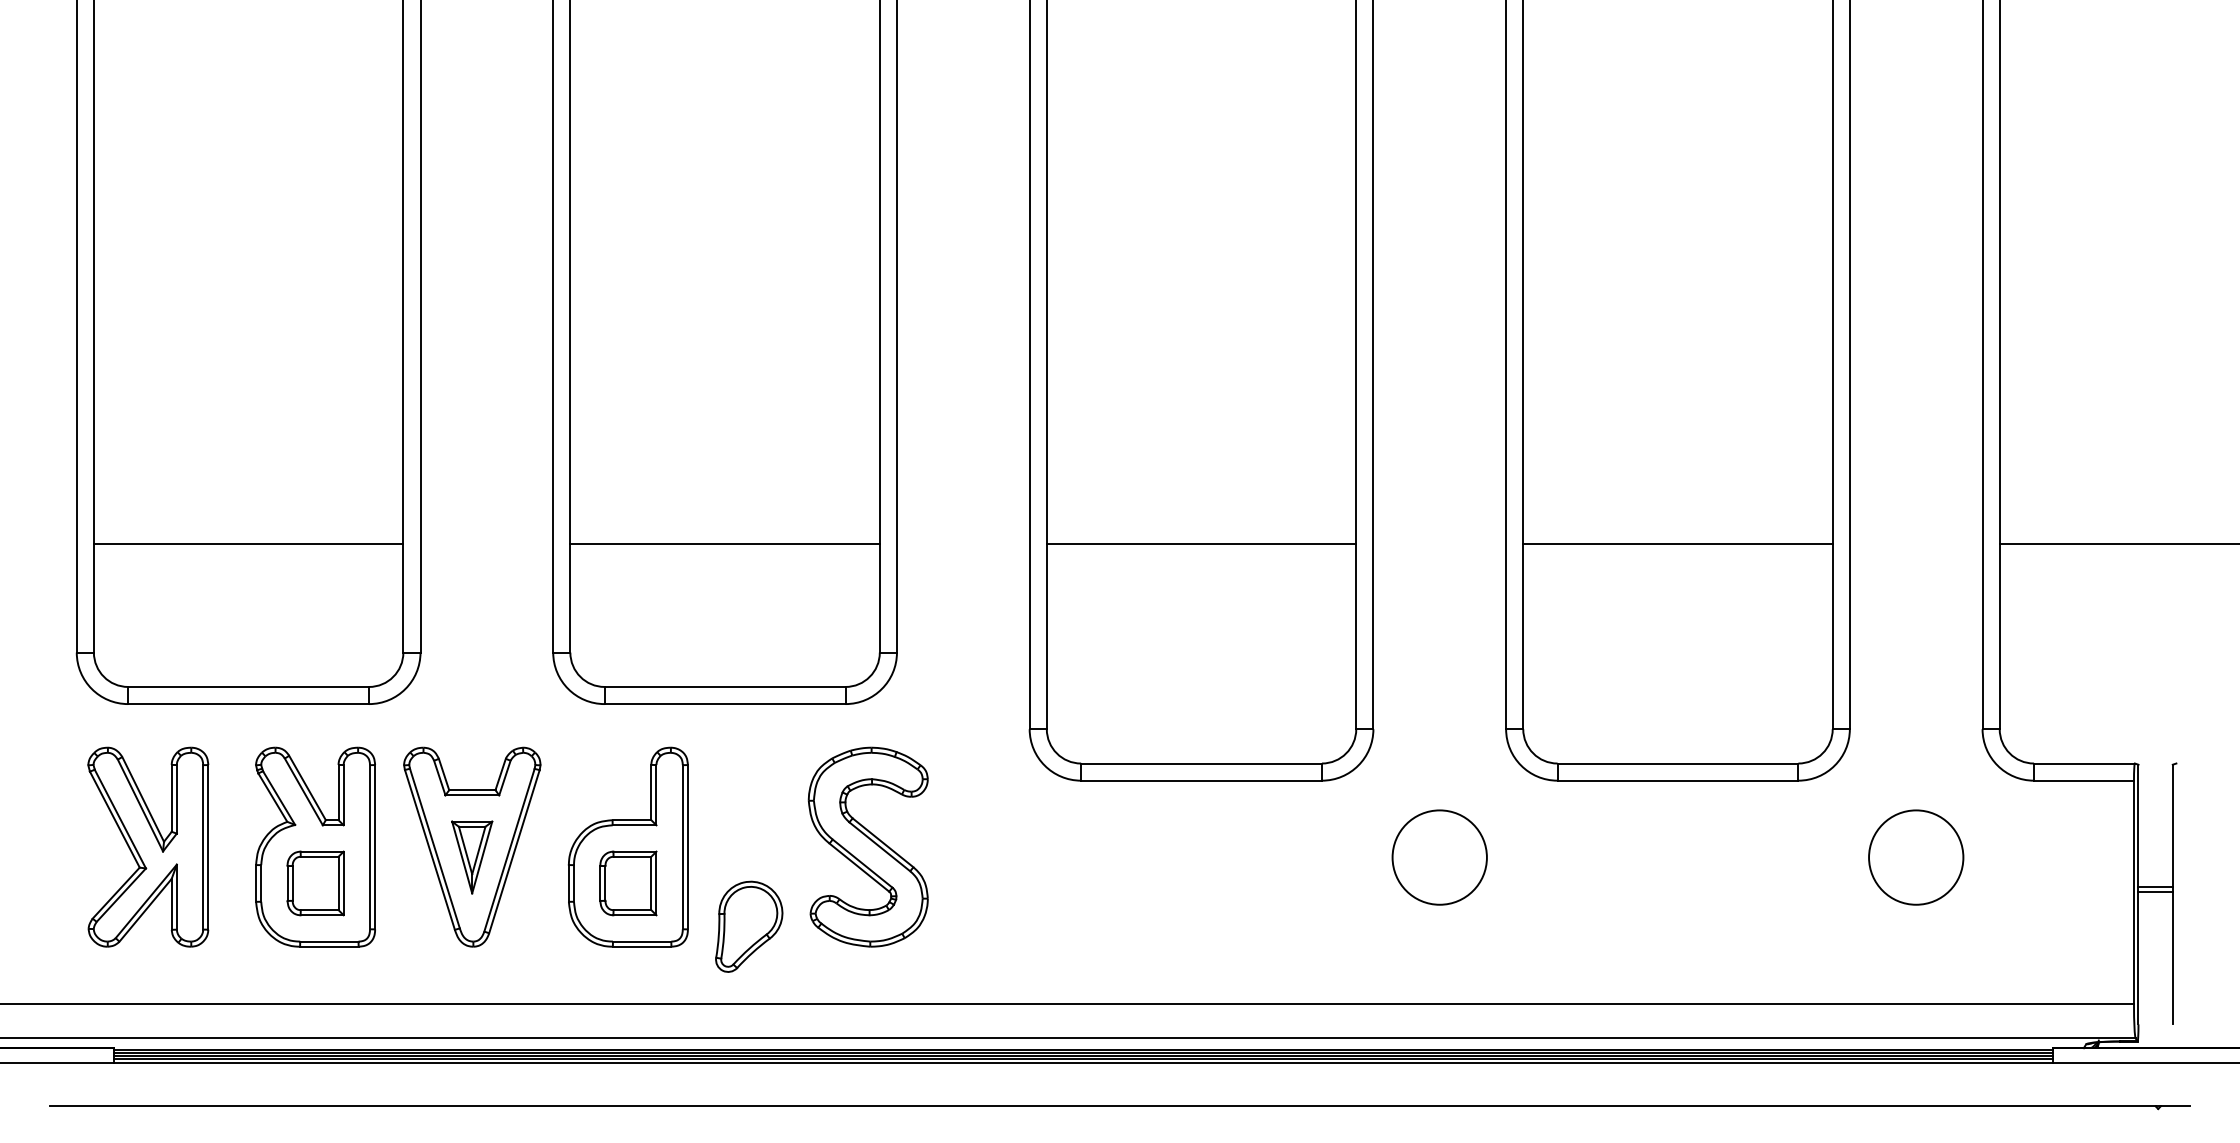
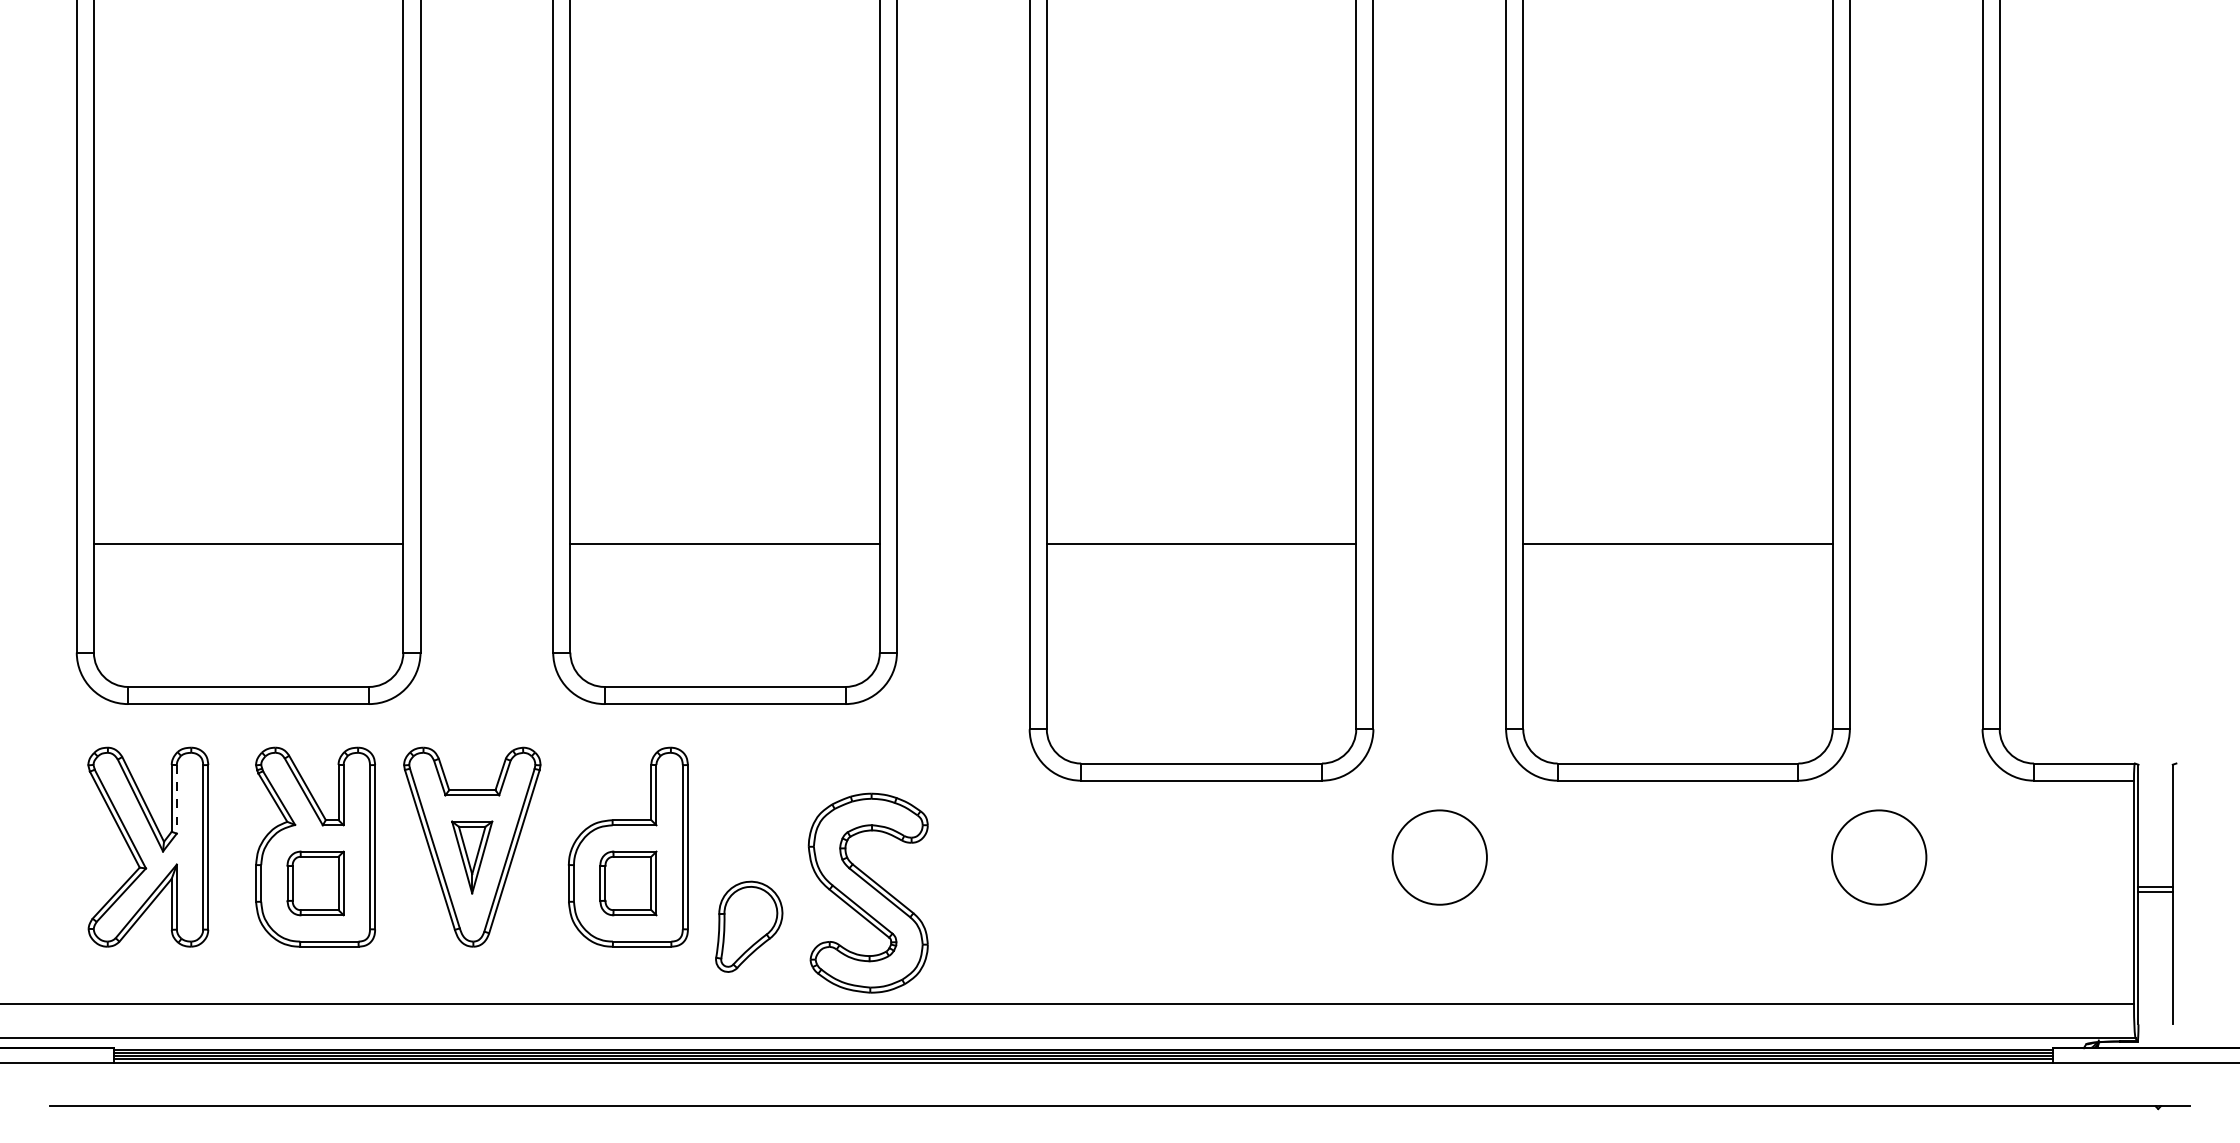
line at (2117, 544): present -> none
line at (176, 799): solid -> dashed
part at (867, 846) position: (867, 846) -> (867, 892)
circle at (1916, 857) position: (1916, 857) -> (1879, 857)
